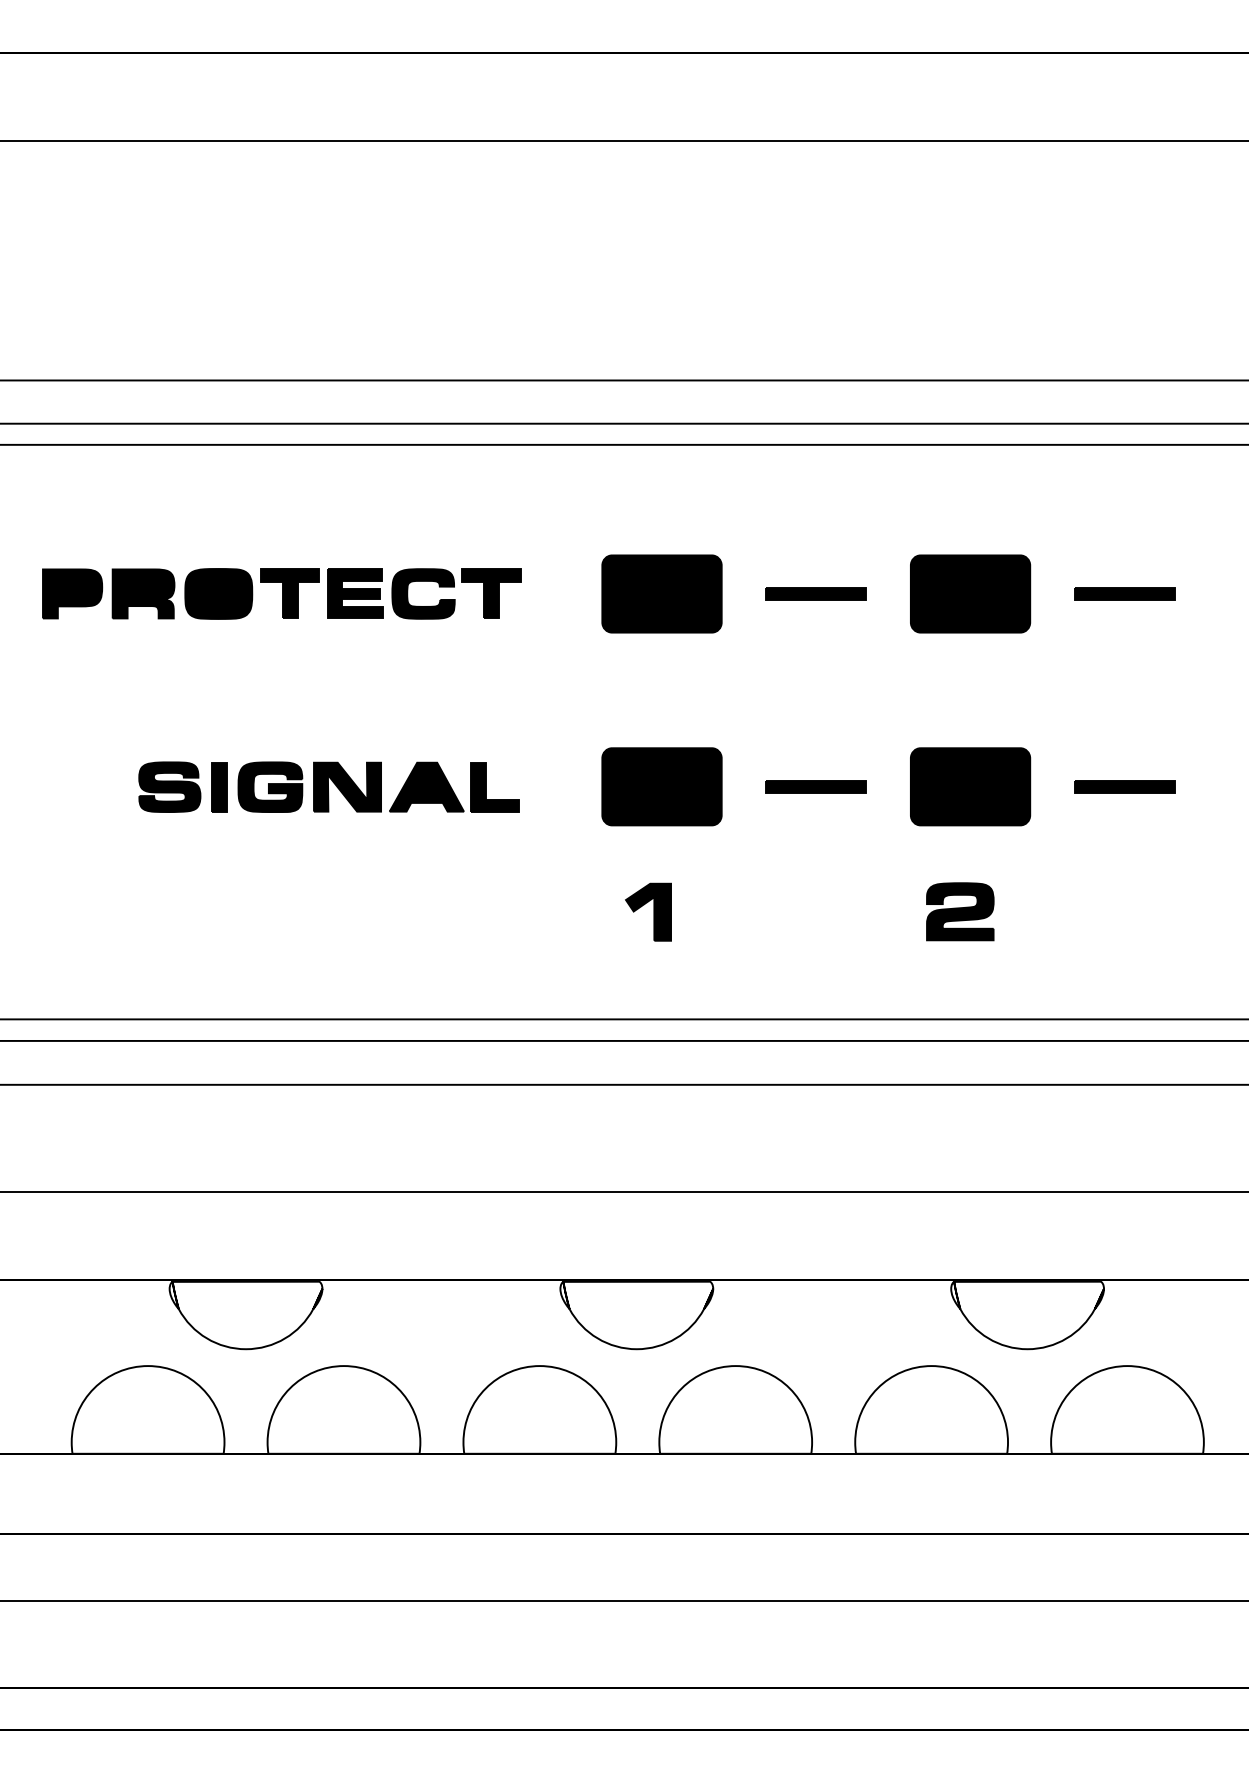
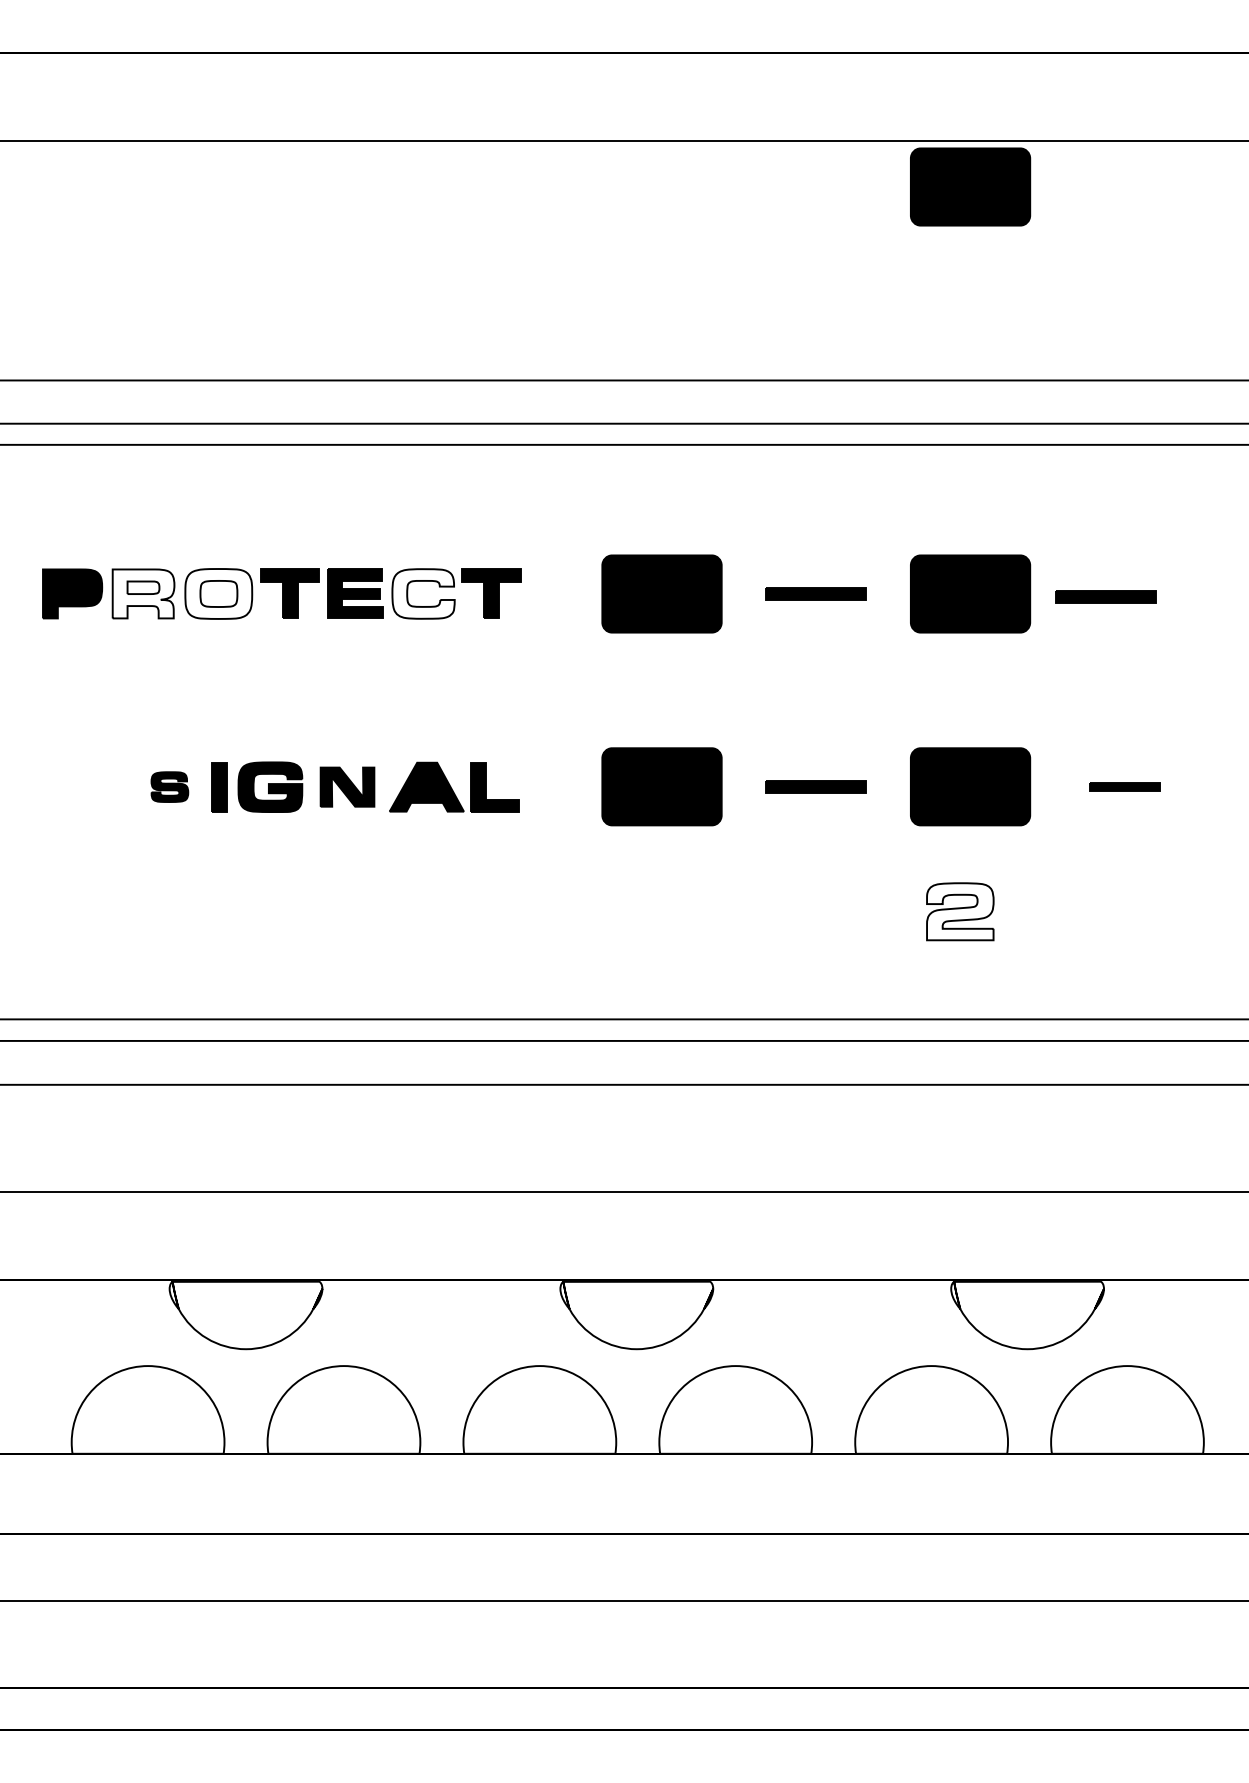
part at (970, 186): none -> present
fill at (143, 593): present -> none
fill at (218, 593): present -> none
fill at (423, 593): present -> none
part at (1124, 593) position: (1124, 593) -> (1105, 596)
part at (169, 786) size: 64x52 px -> 40x32 px
part at (347, 786) size: 69x52 px -> 57x42 px
part at (1124, 786) size: 102x14 px -> 72x10 px
part at (648, 911): present -> none
fill at (960, 911): present -> none
